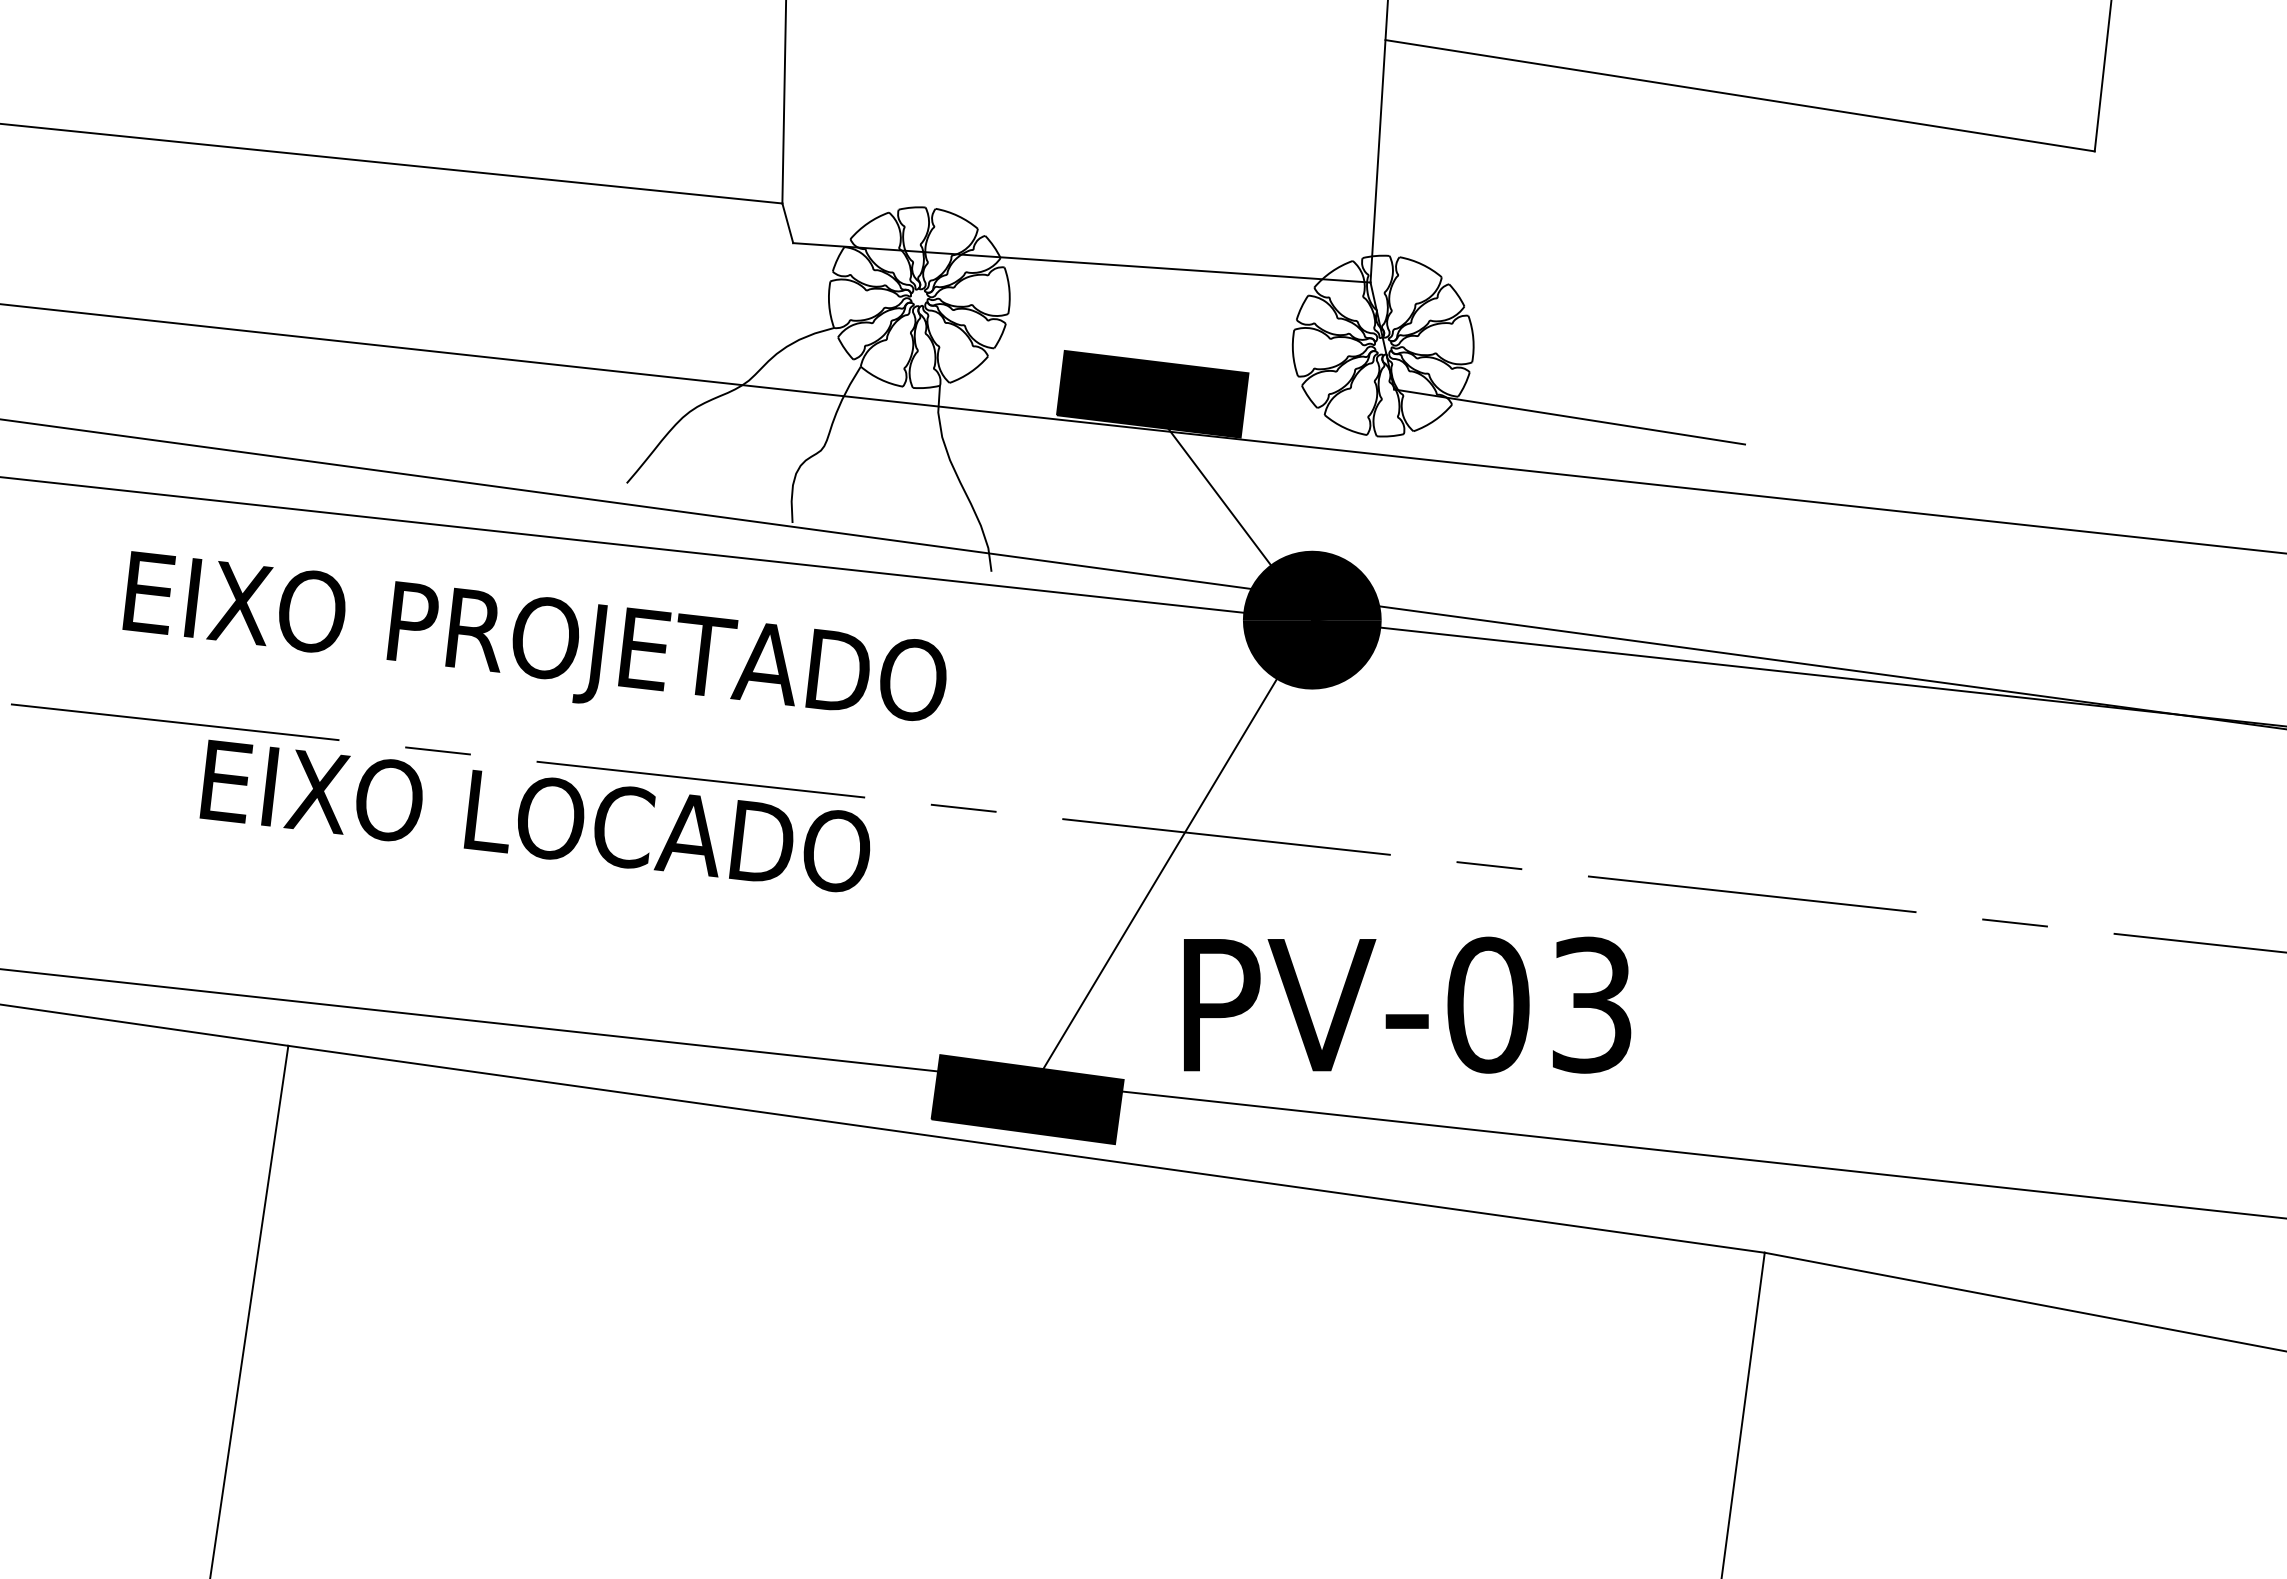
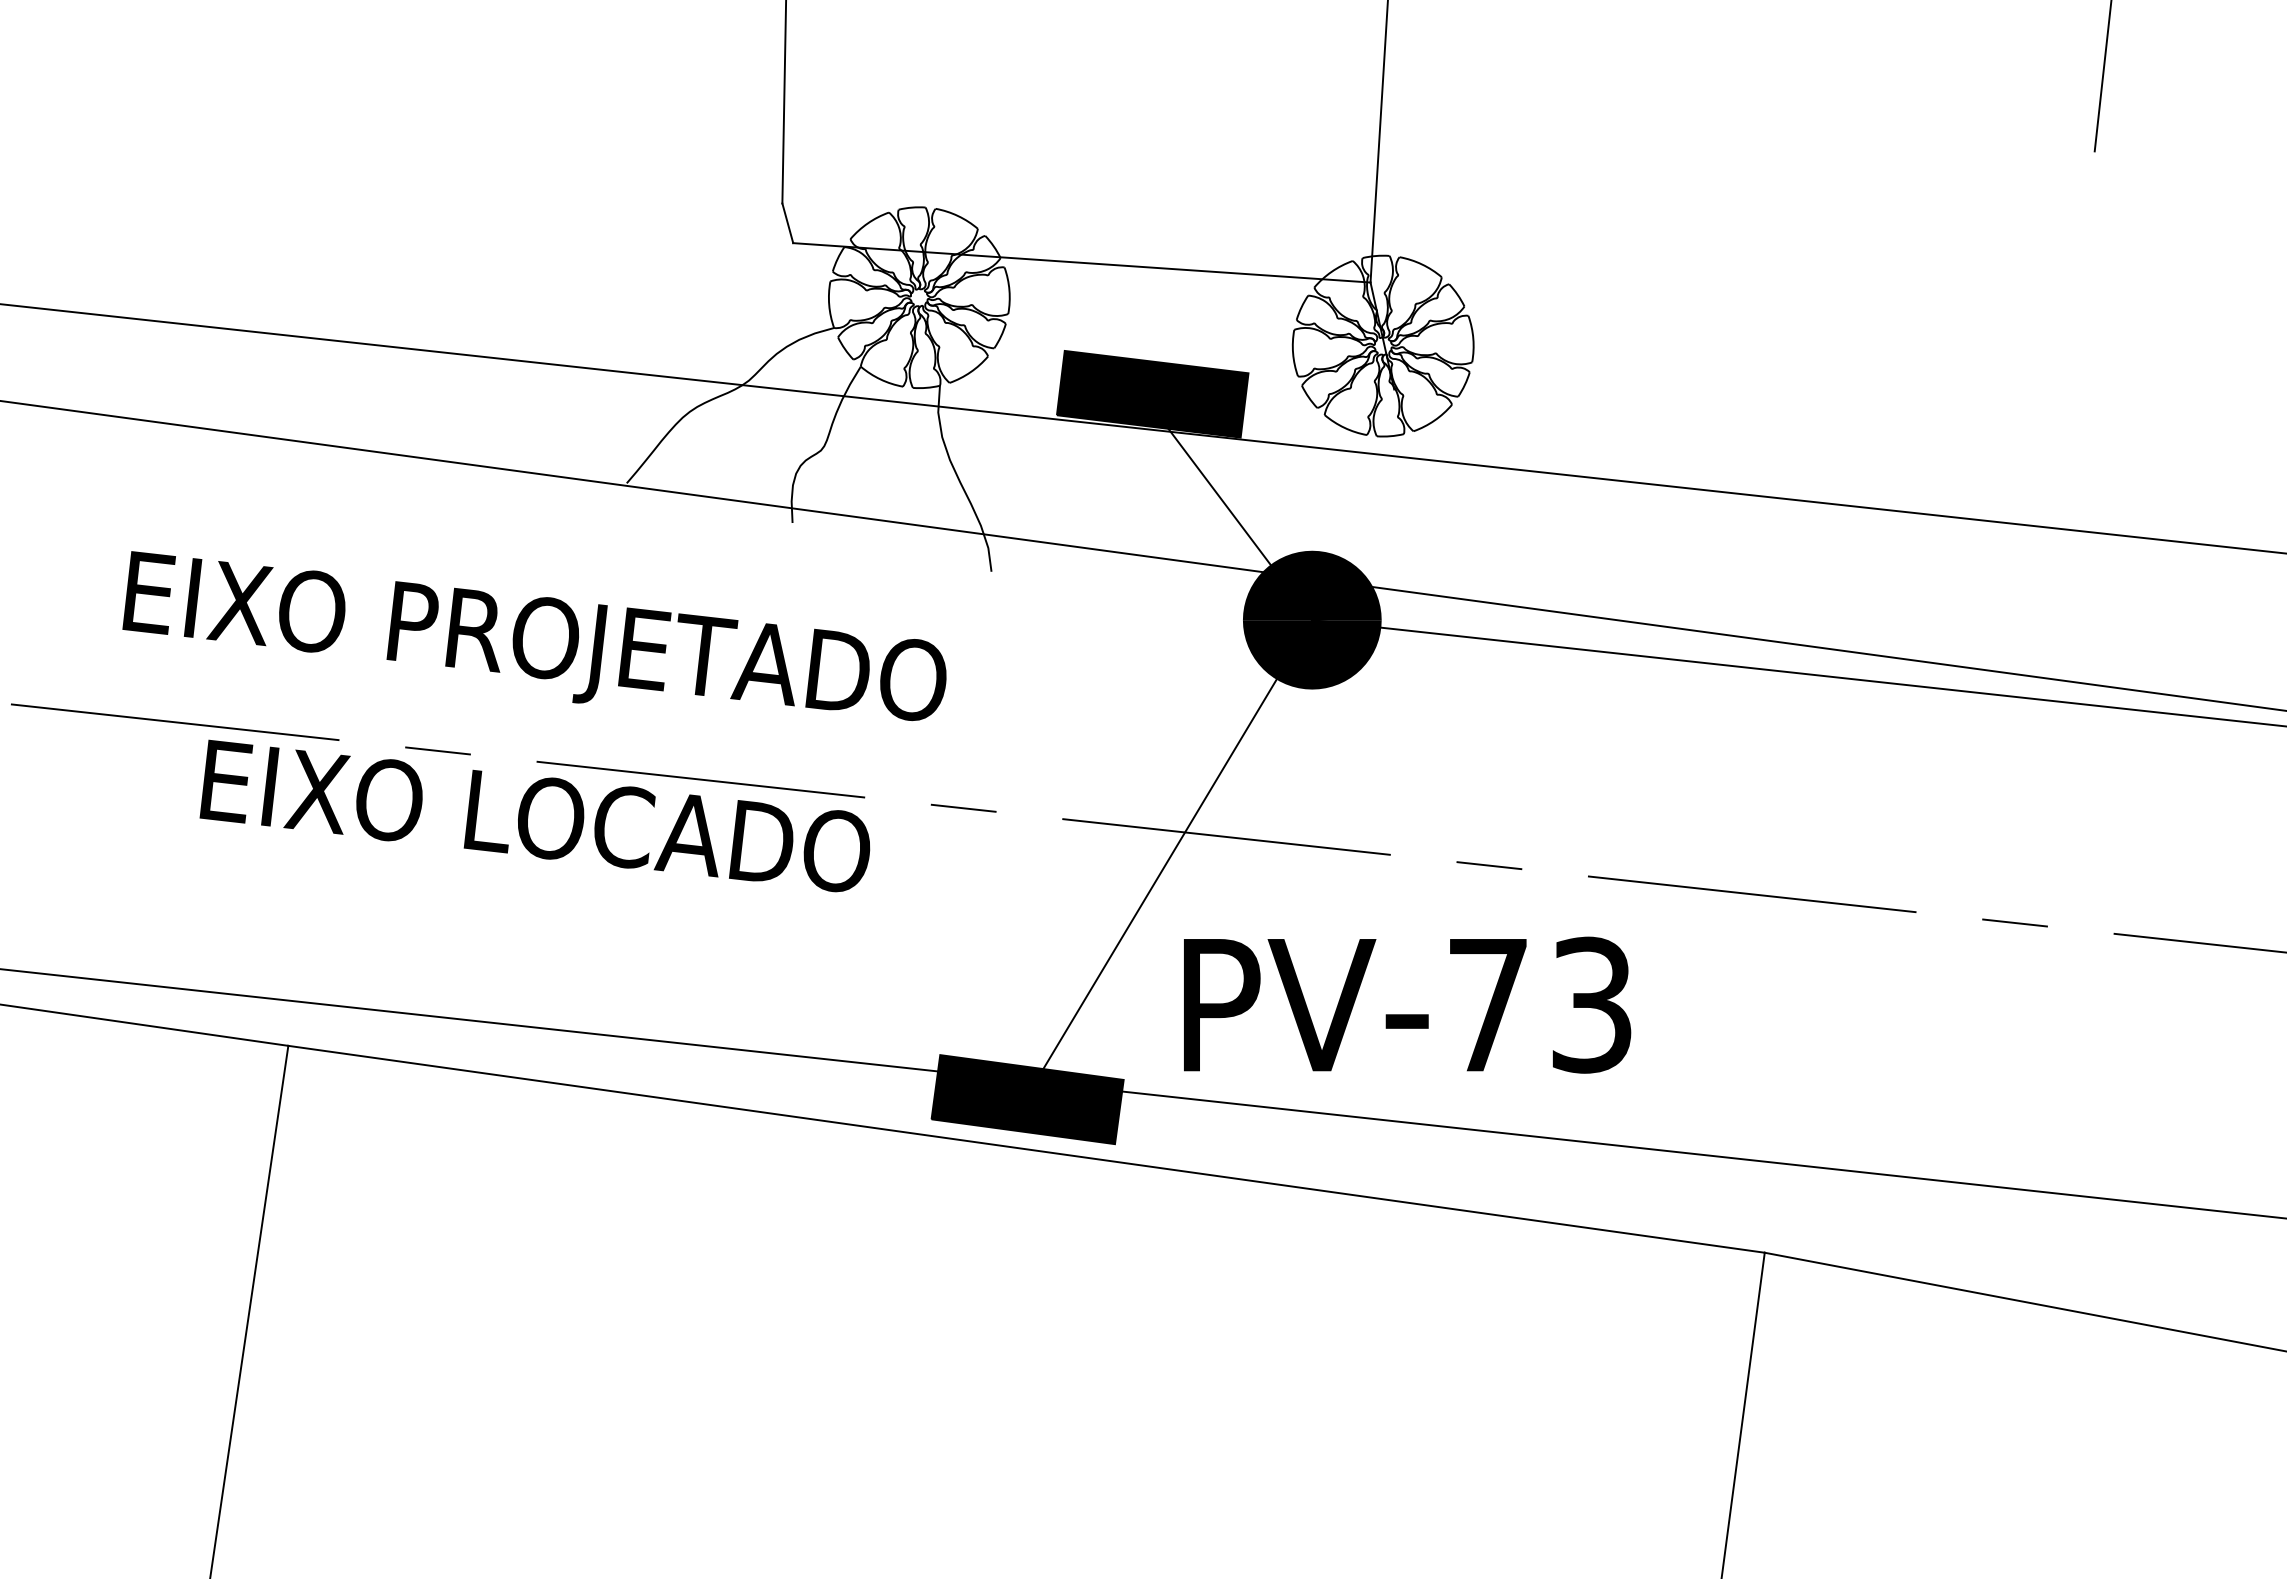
line at (1739, 95): present -> none
line at (392, 163): present -> none
line at (1569, 416): present -> none
line at (639, 546): present -> none
line at (1142, 573) position: (1142, 573) -> (1142, 555)
text at (1488, 1004): PV-03 -> PV-73
